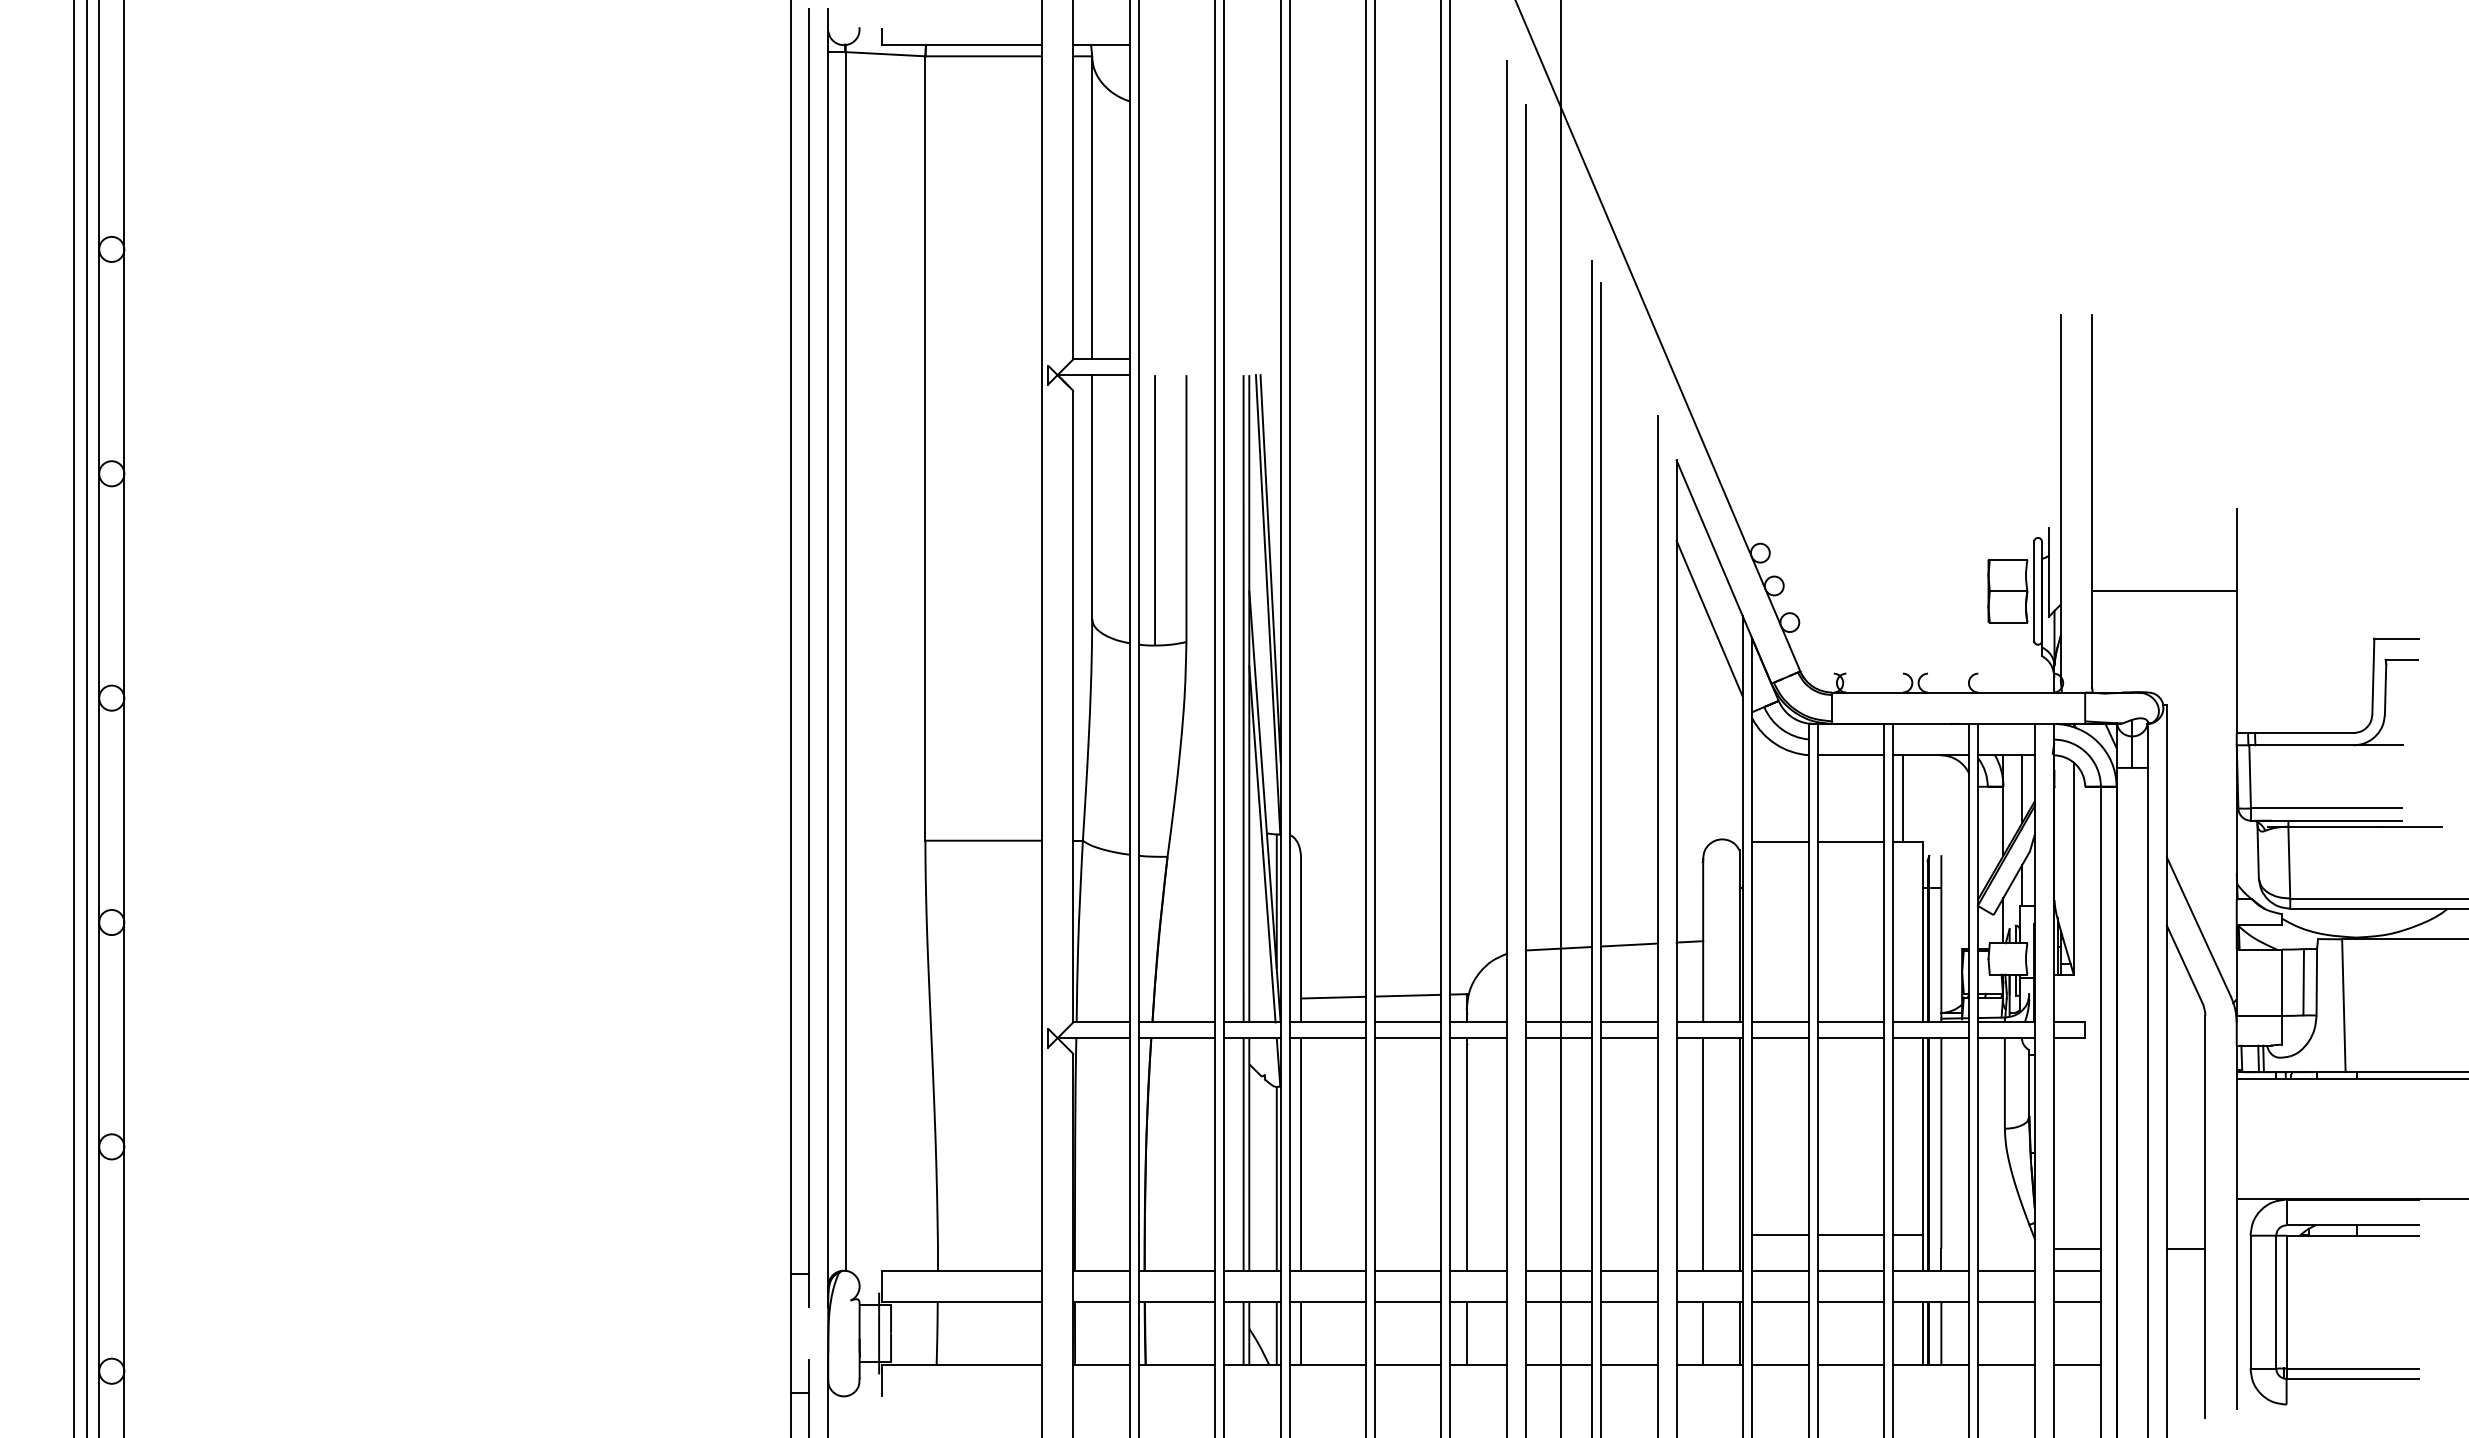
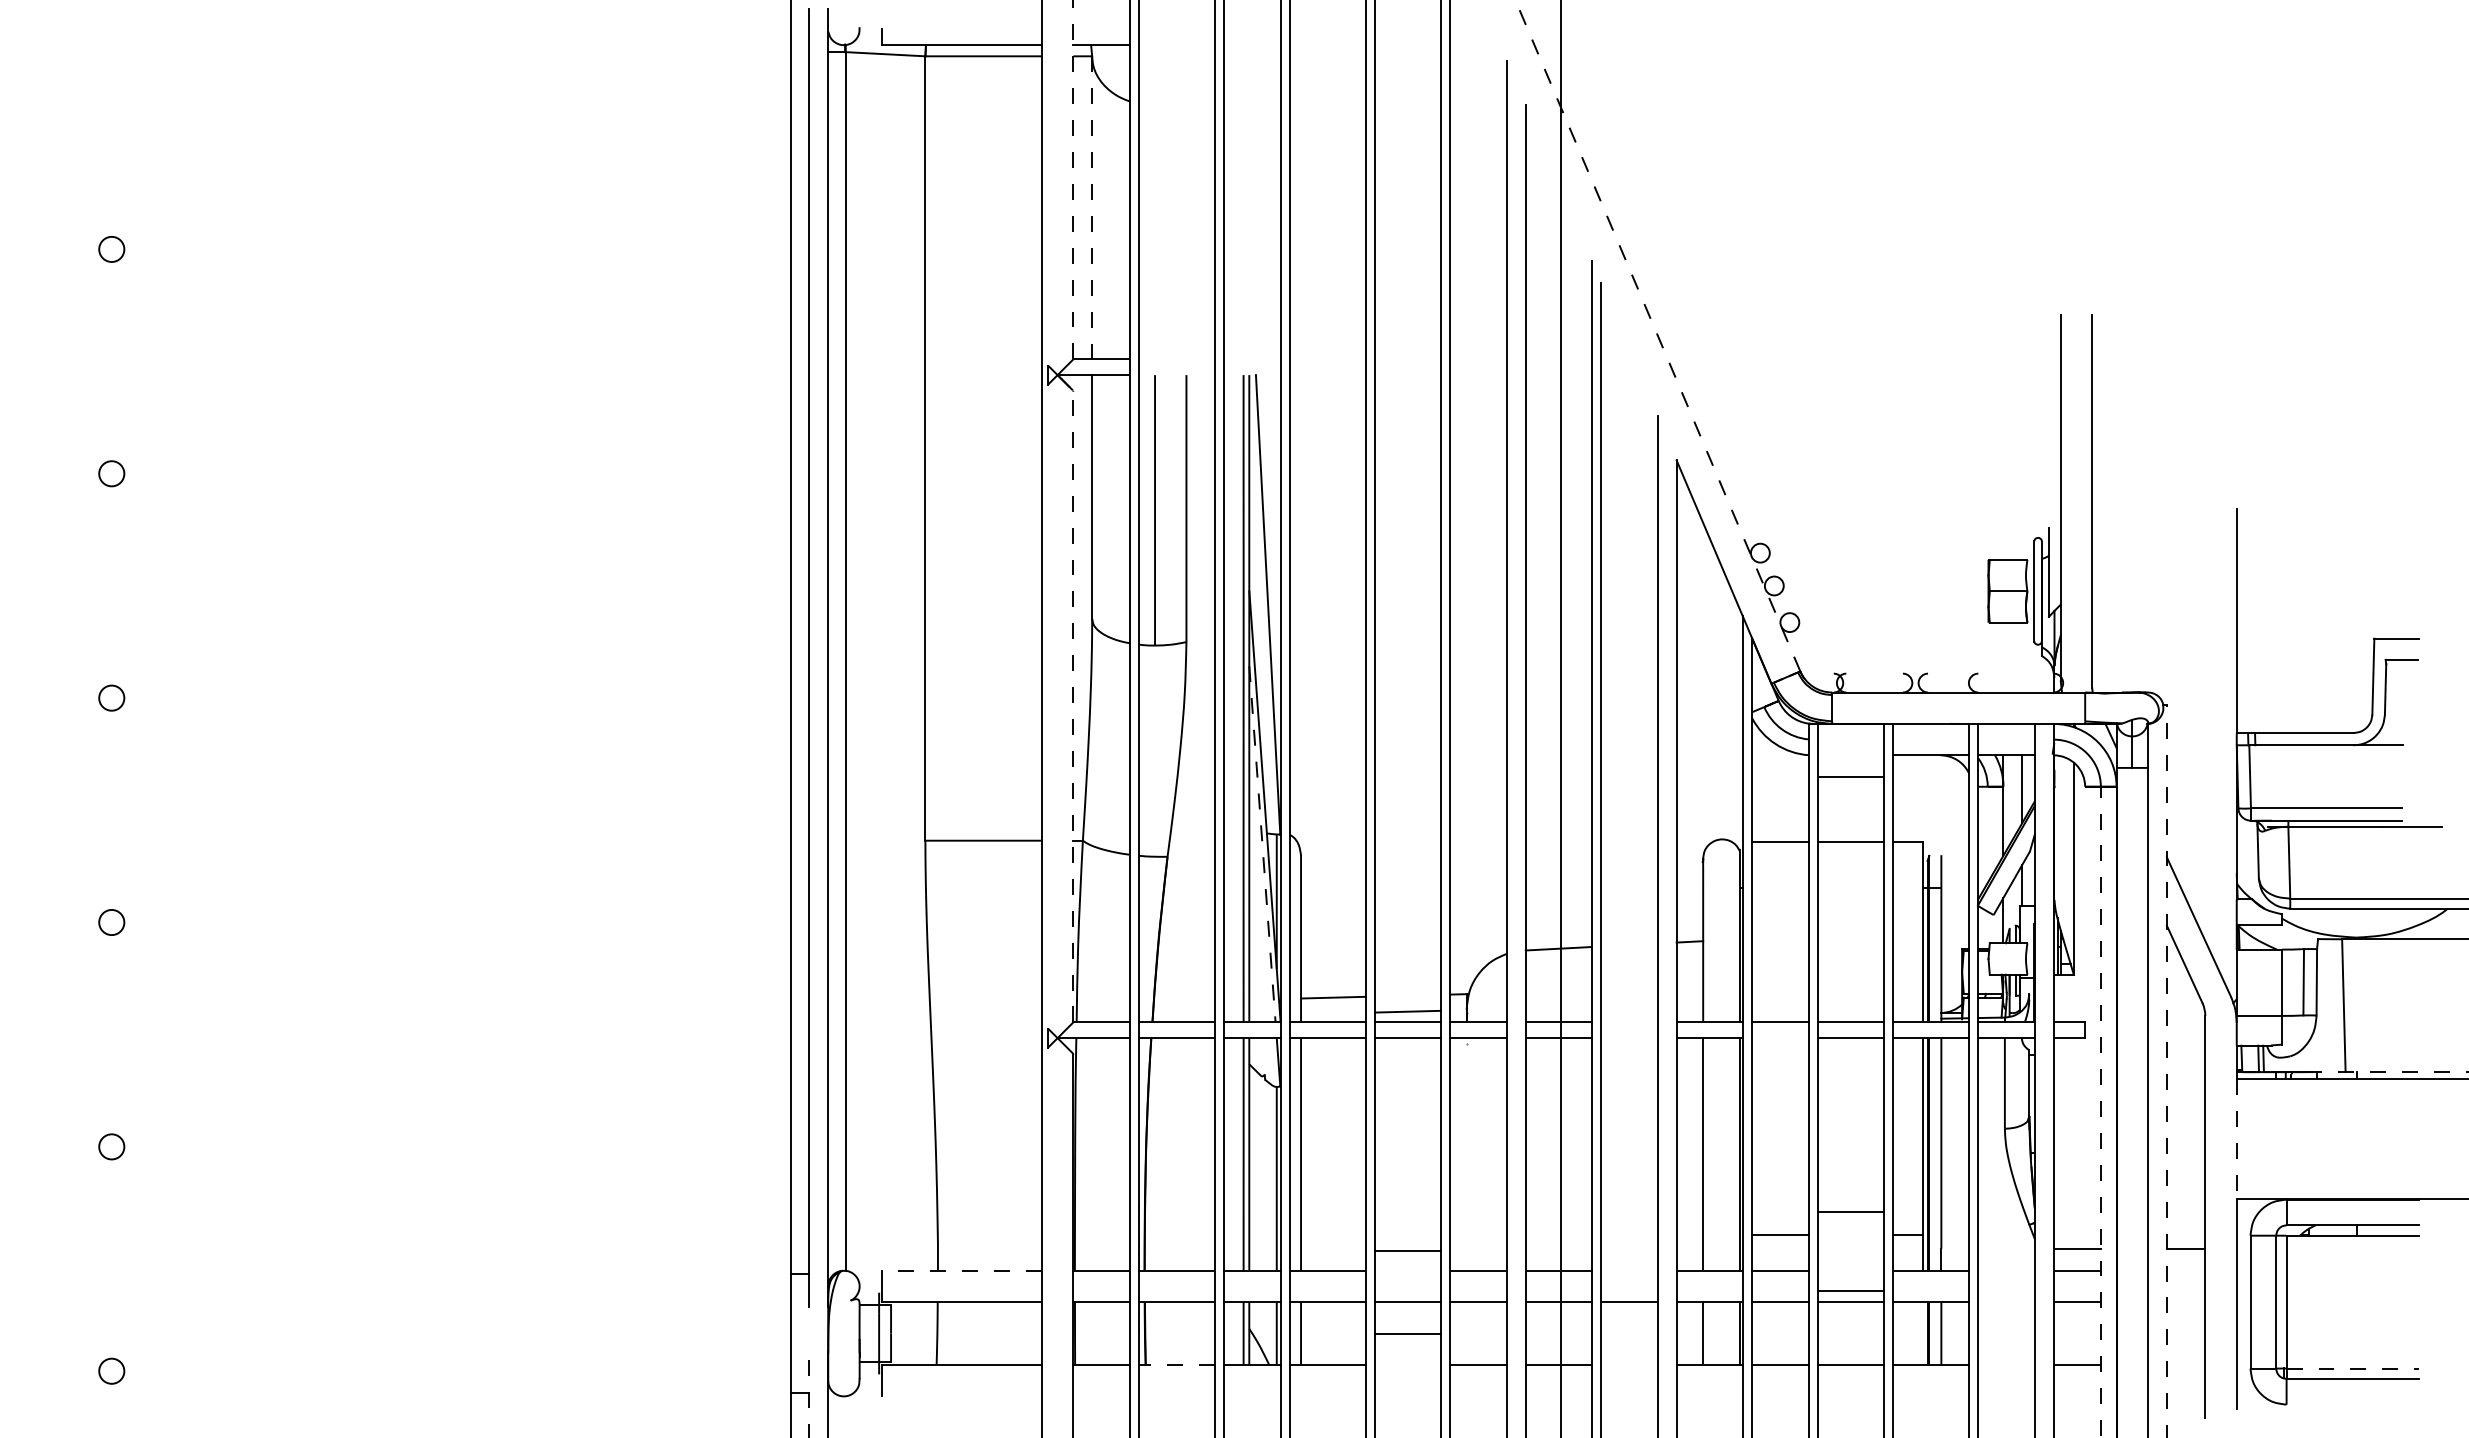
line at (1073, 179): solid -> dashed
line at (1092, 207): solid -> dashed
line at (1657, 335): solid -> dashed
line at (1270, 568): present -> none
line at (2164, 591): present -> none
line at (1709, 618): present -> none
line at (1073, 706): solid -> dashed
line at (74, 718): present -> none
line at (86, 718): present -> none
line at (99, 718): present -> none
line at (124, 718): present -> none
line at (1851, 755) position: (1851, 755) -> (1851, 777)
line at (1902, 798): present -> none
line at (1262, 844): solid -> dashed
line at (1629, 944): present -> none
line at (1407, 995) position: (1407, 995) -> (1407, 1011)
line at (1629, 1022): present -> none
line at (1629, 1038): present -> none
line at (1780, 1038): present -> none
line at (2166, 1070): solid -> dashed
line at (2387, 1072): solid -> dashed
line at (2100, 1111): solid -> dashed
line at (2236, 1138): solid -> dashed
line at (1466, 1154): present -> none
line at (1851, 1234) position: (1851, 1234) -> (1851, 1211)
line at (961, 1270): solid -> dashed
line at (1407, 1270) position: (1407, 1270) -> (1407, 1250)
line at (1629, 1270): present -> none
line at (1851, 1270) position: (1851, 1270) -> (1851, 1290)
line at (2006, 1270): present -> none
line at (2006, 1302): present -> none
line at (1466, 1333): present -> none
line at (1922, 1333): present -> none
line at (1177, 1364): solid -> dashed
line at (1407, 1364) position: (1407, 1364) -> (1407, 1333)
line at (1629, 1364): present -> none
line at (2006, 1364): present -> none
line at (2353, 1368): solid -> dashed
line at (809, 1399): solid -> dashed
